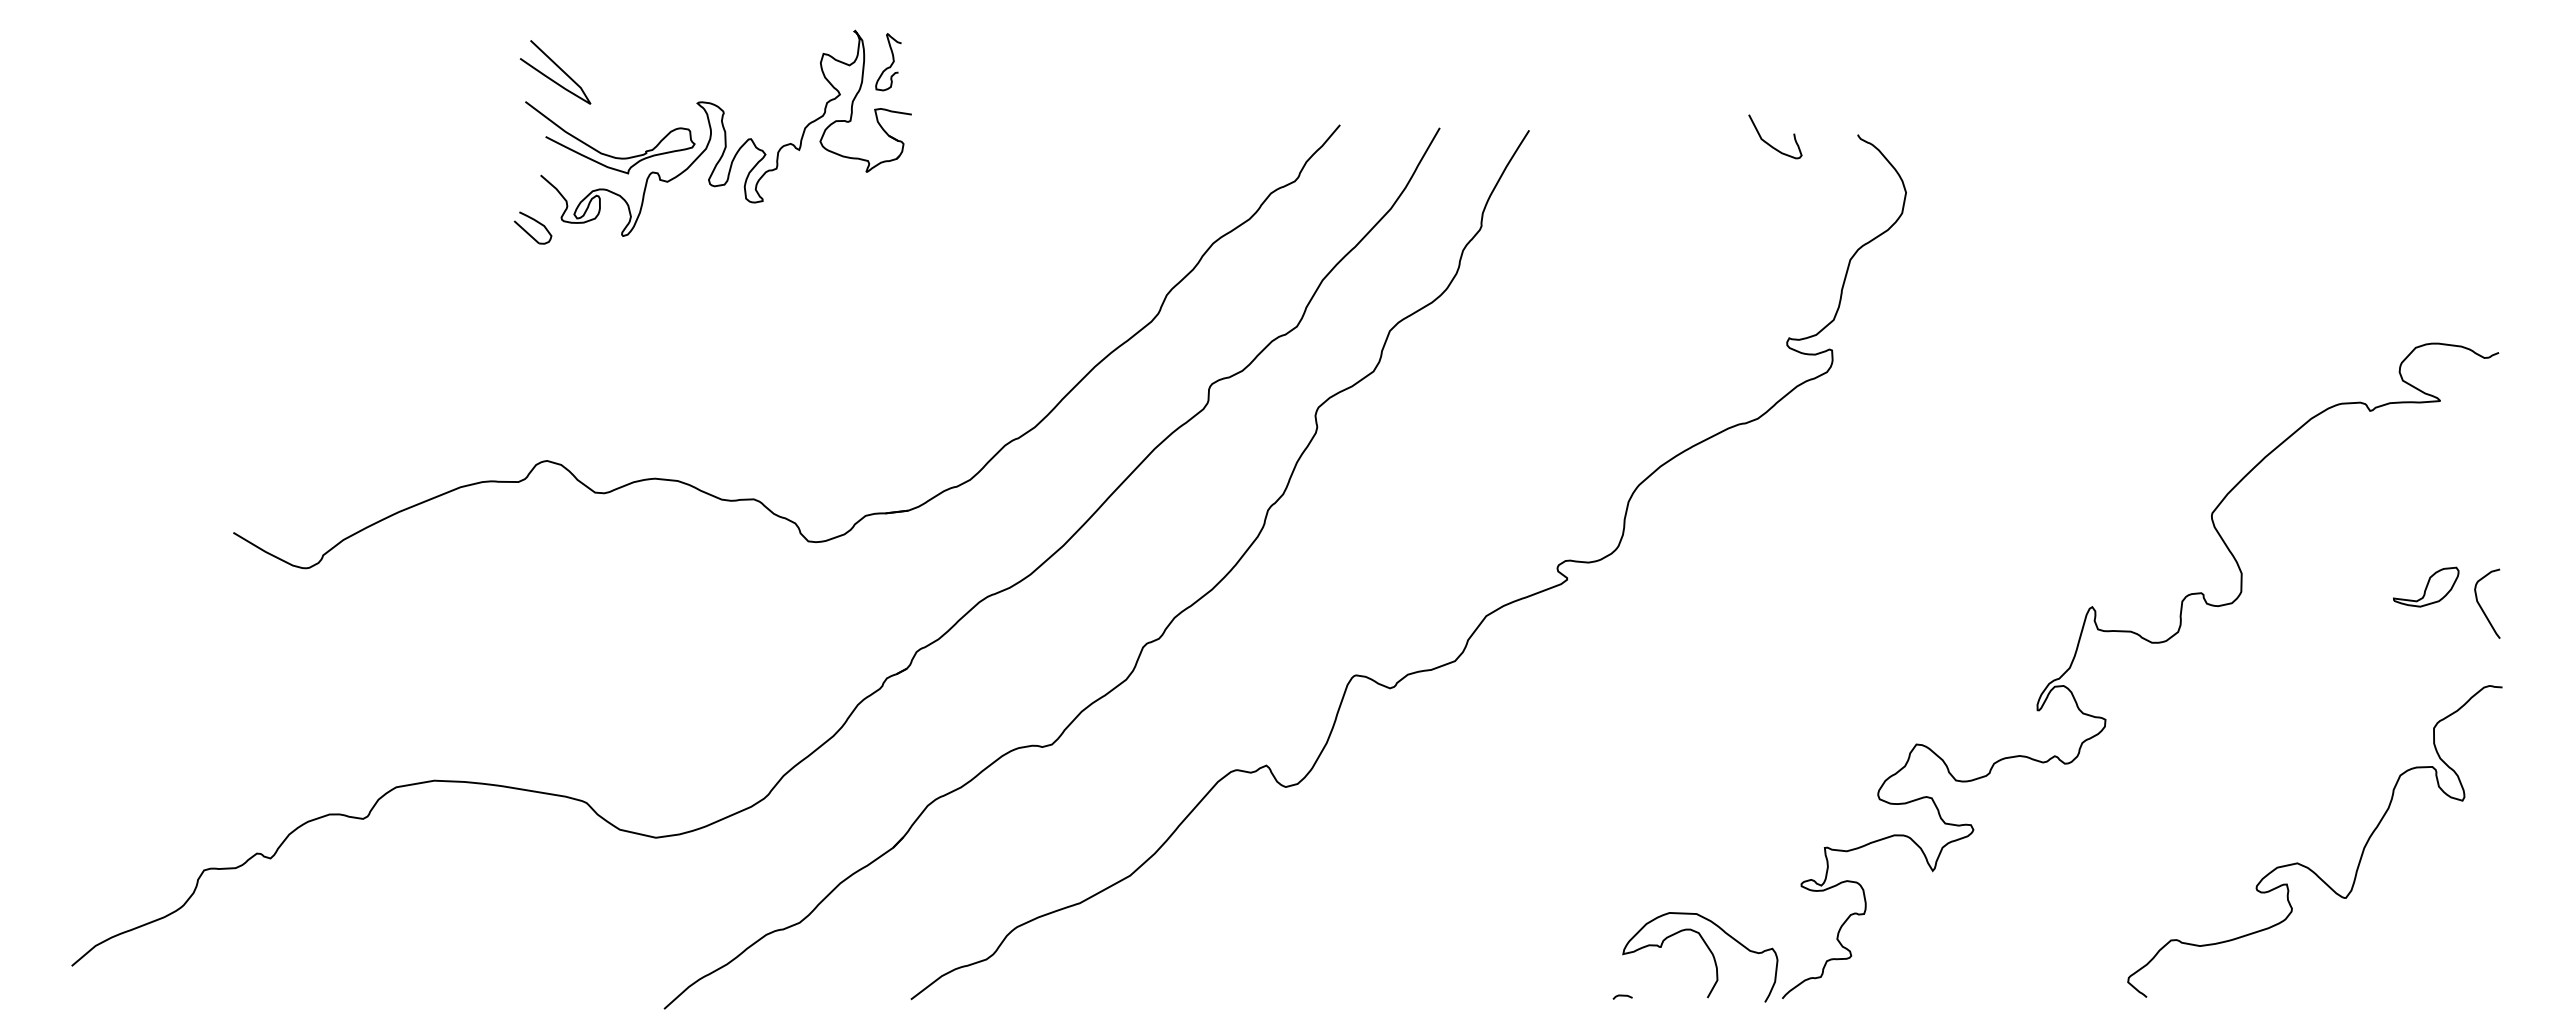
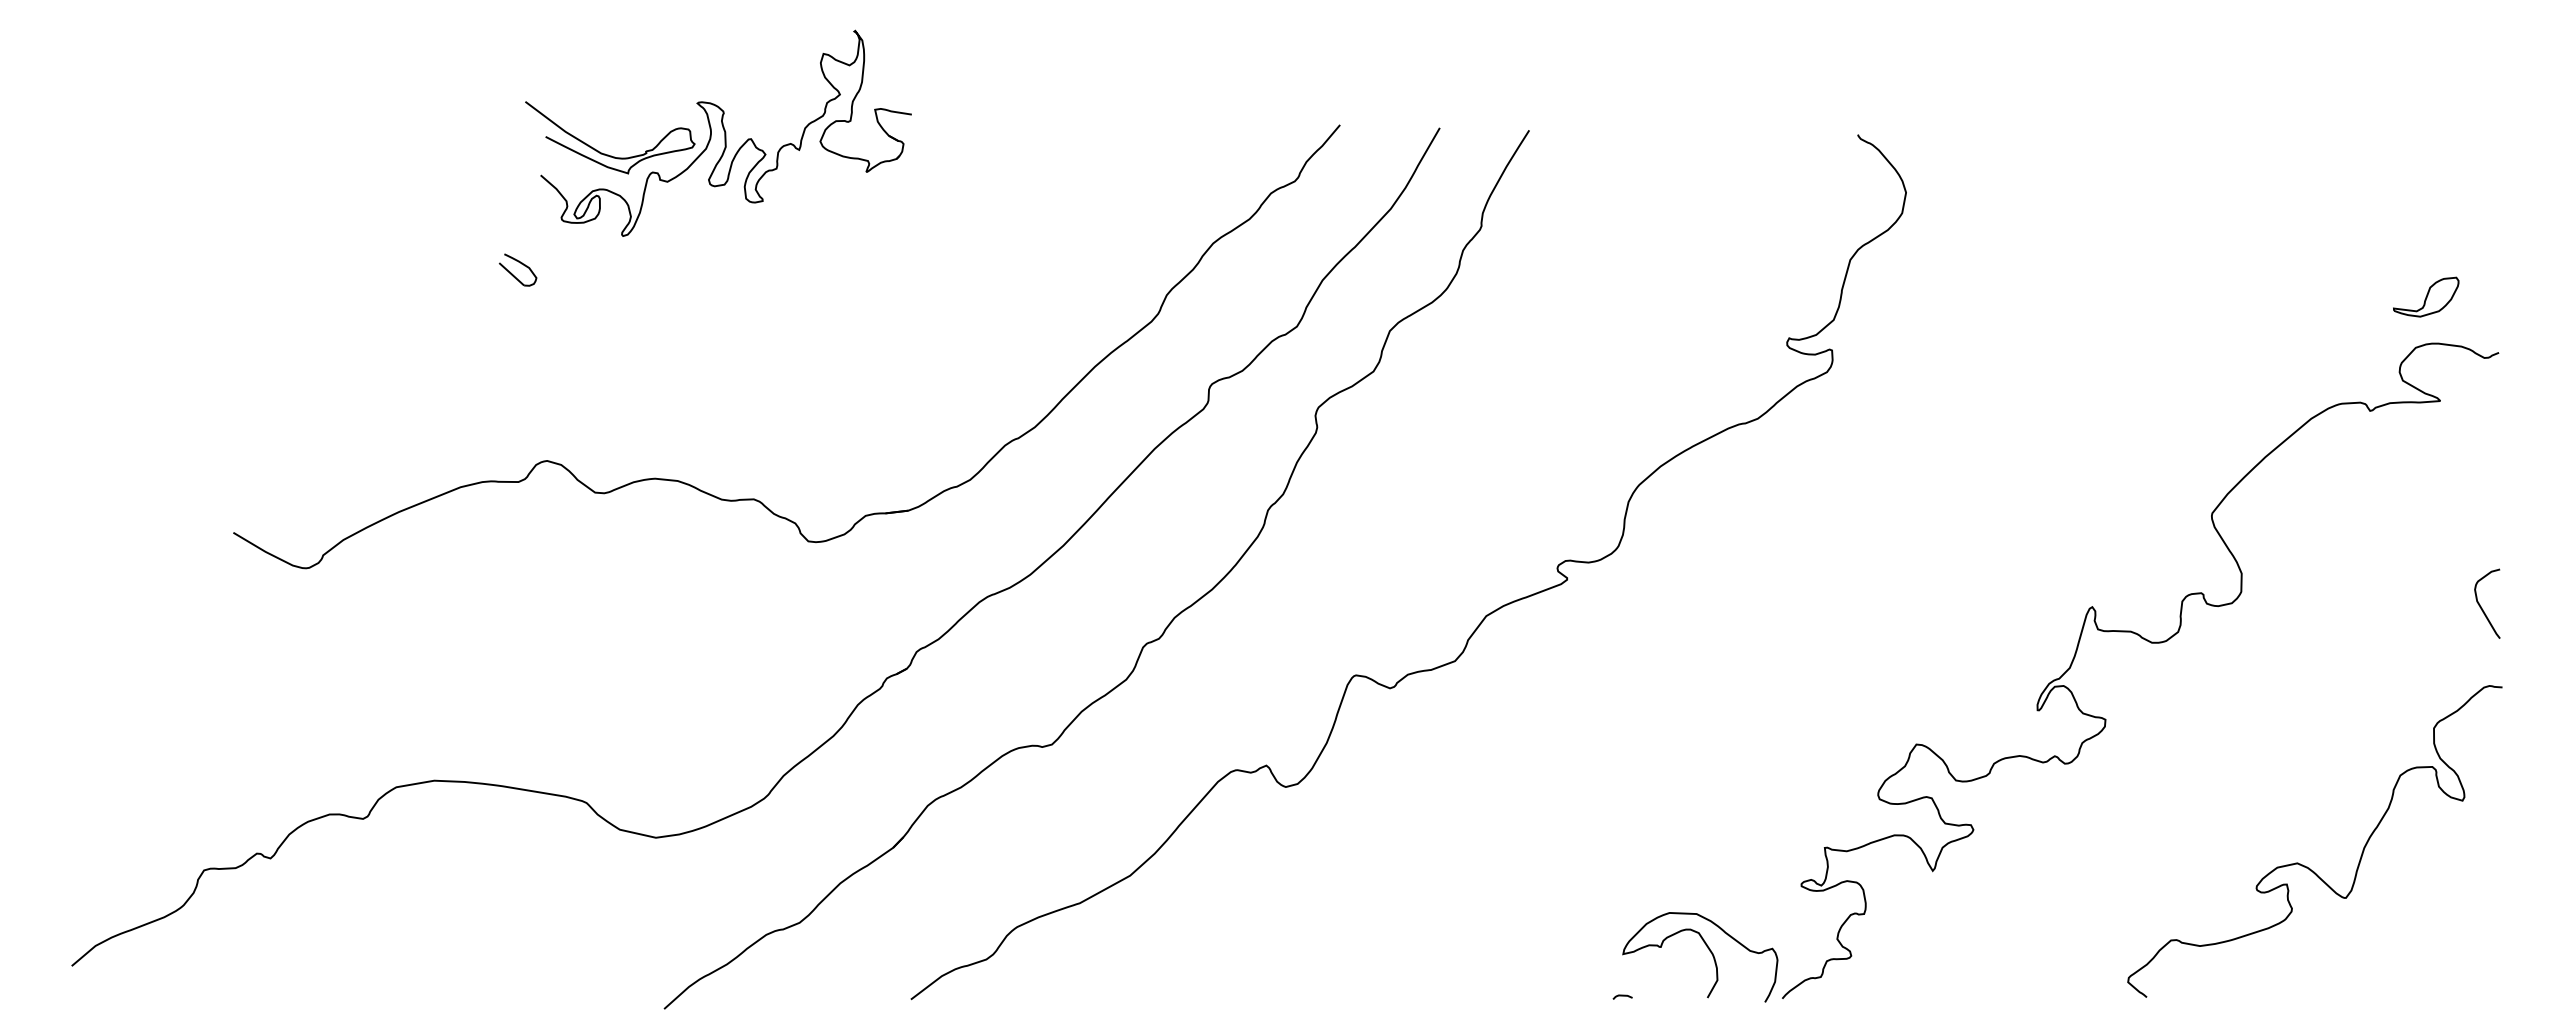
curve at (890, 64): present -> none
curve at (558, 68): present -> none
curve at (1769, 143): present -> none
part at (536, 222) position: (536, 222) -> (521, 264)
part at (2426, 586) position: (2426, 586) -> (2426, 296)
